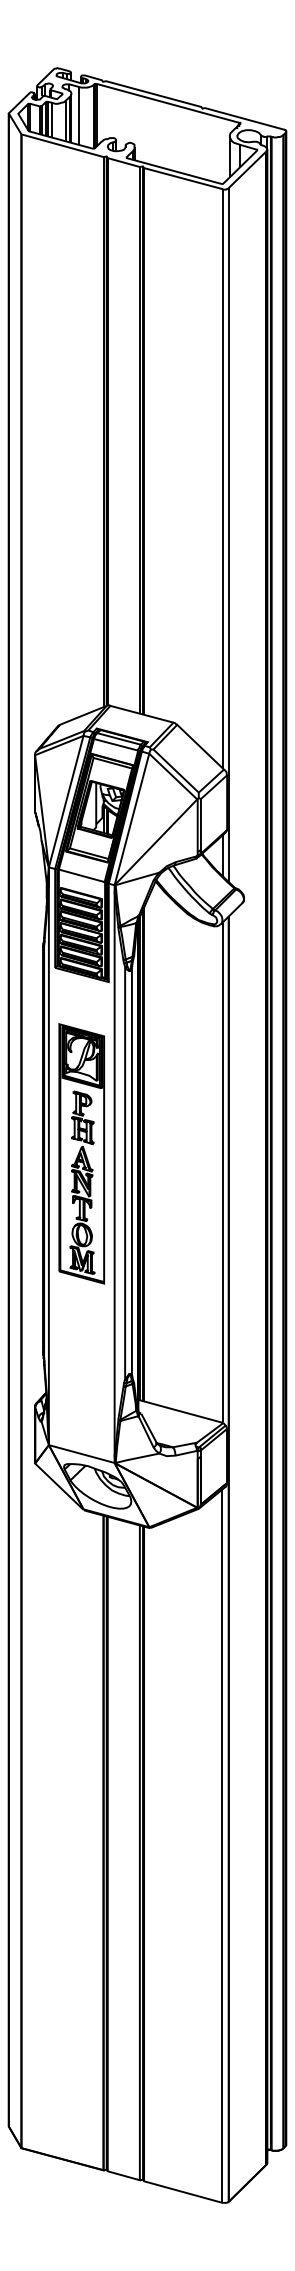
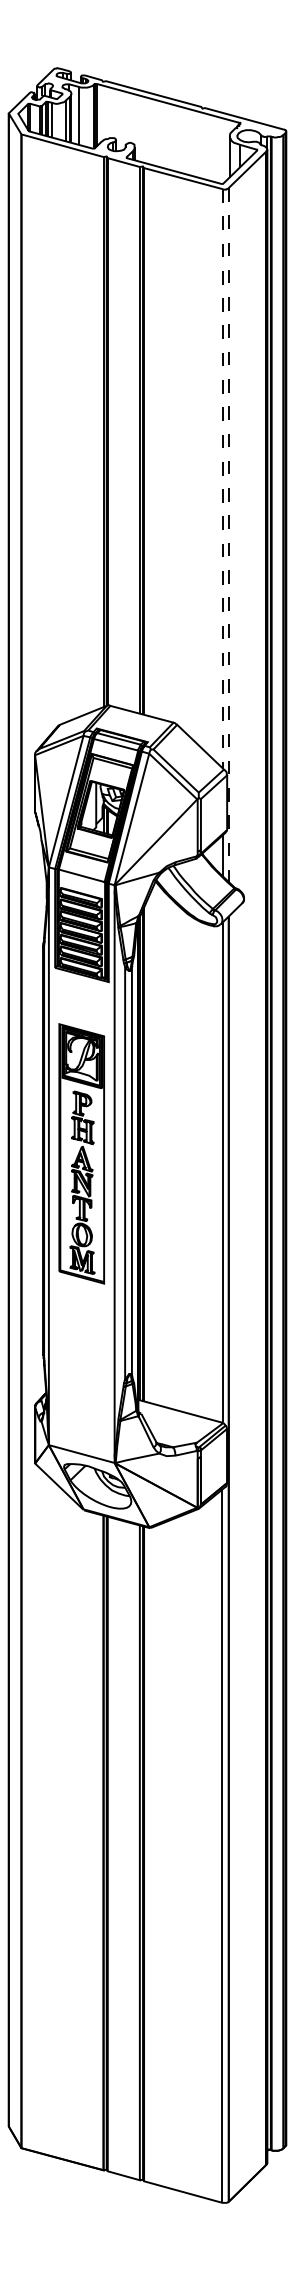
line at (222, 479): solid -> dashed
line at (228, 535): solid -> dashed
